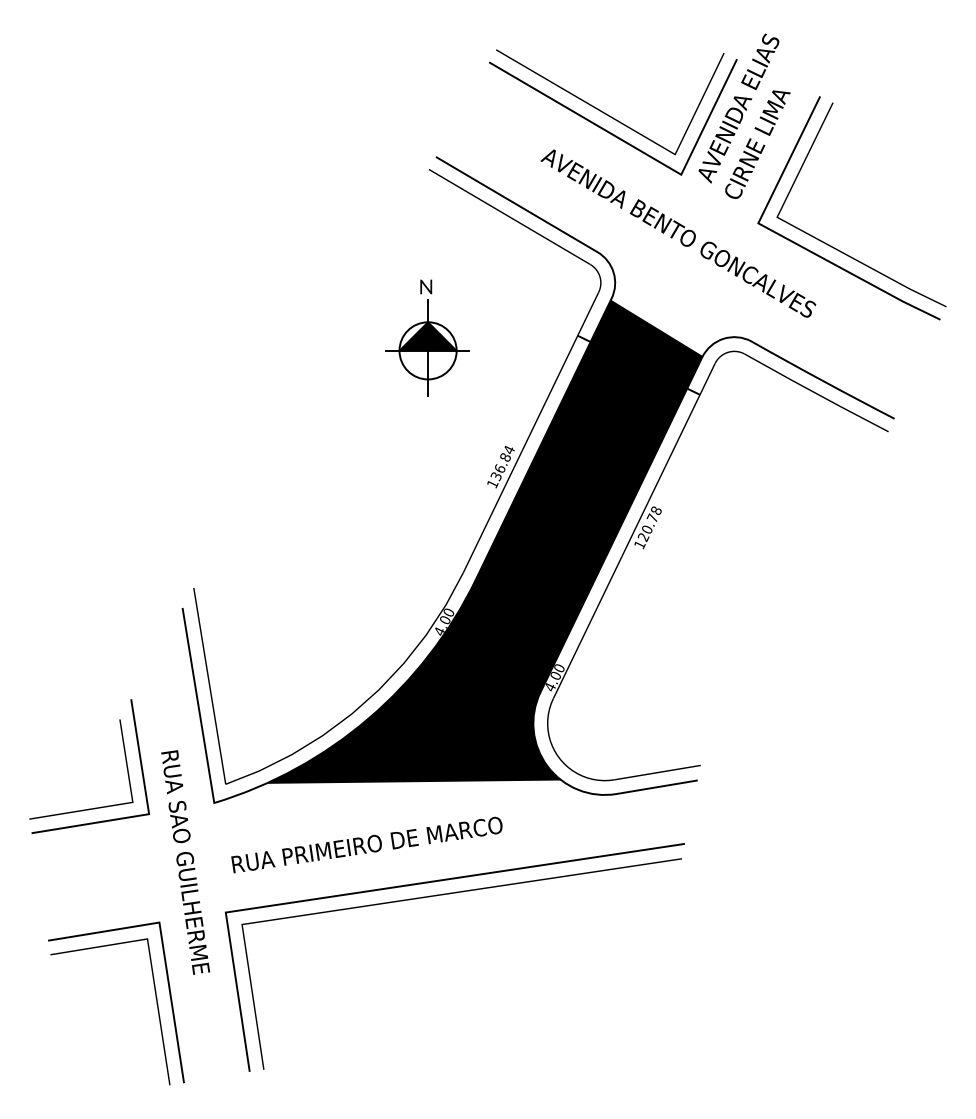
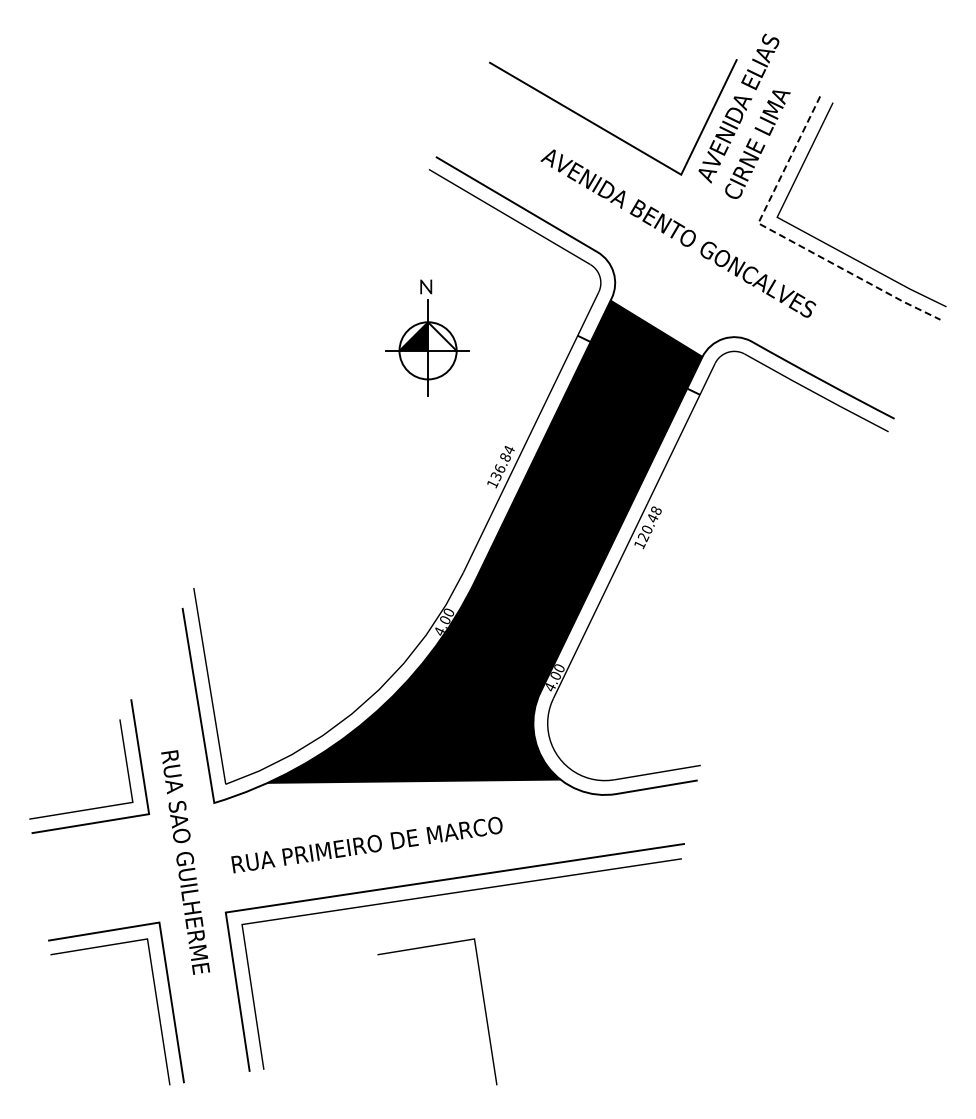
line at (603, 111): present -> none
line at (787, 238): solid -> dashed
fill at (442, 336): present -> none
text at (652, 517): 120.78 -> 120.48
line at (483, 1004): none -> present
